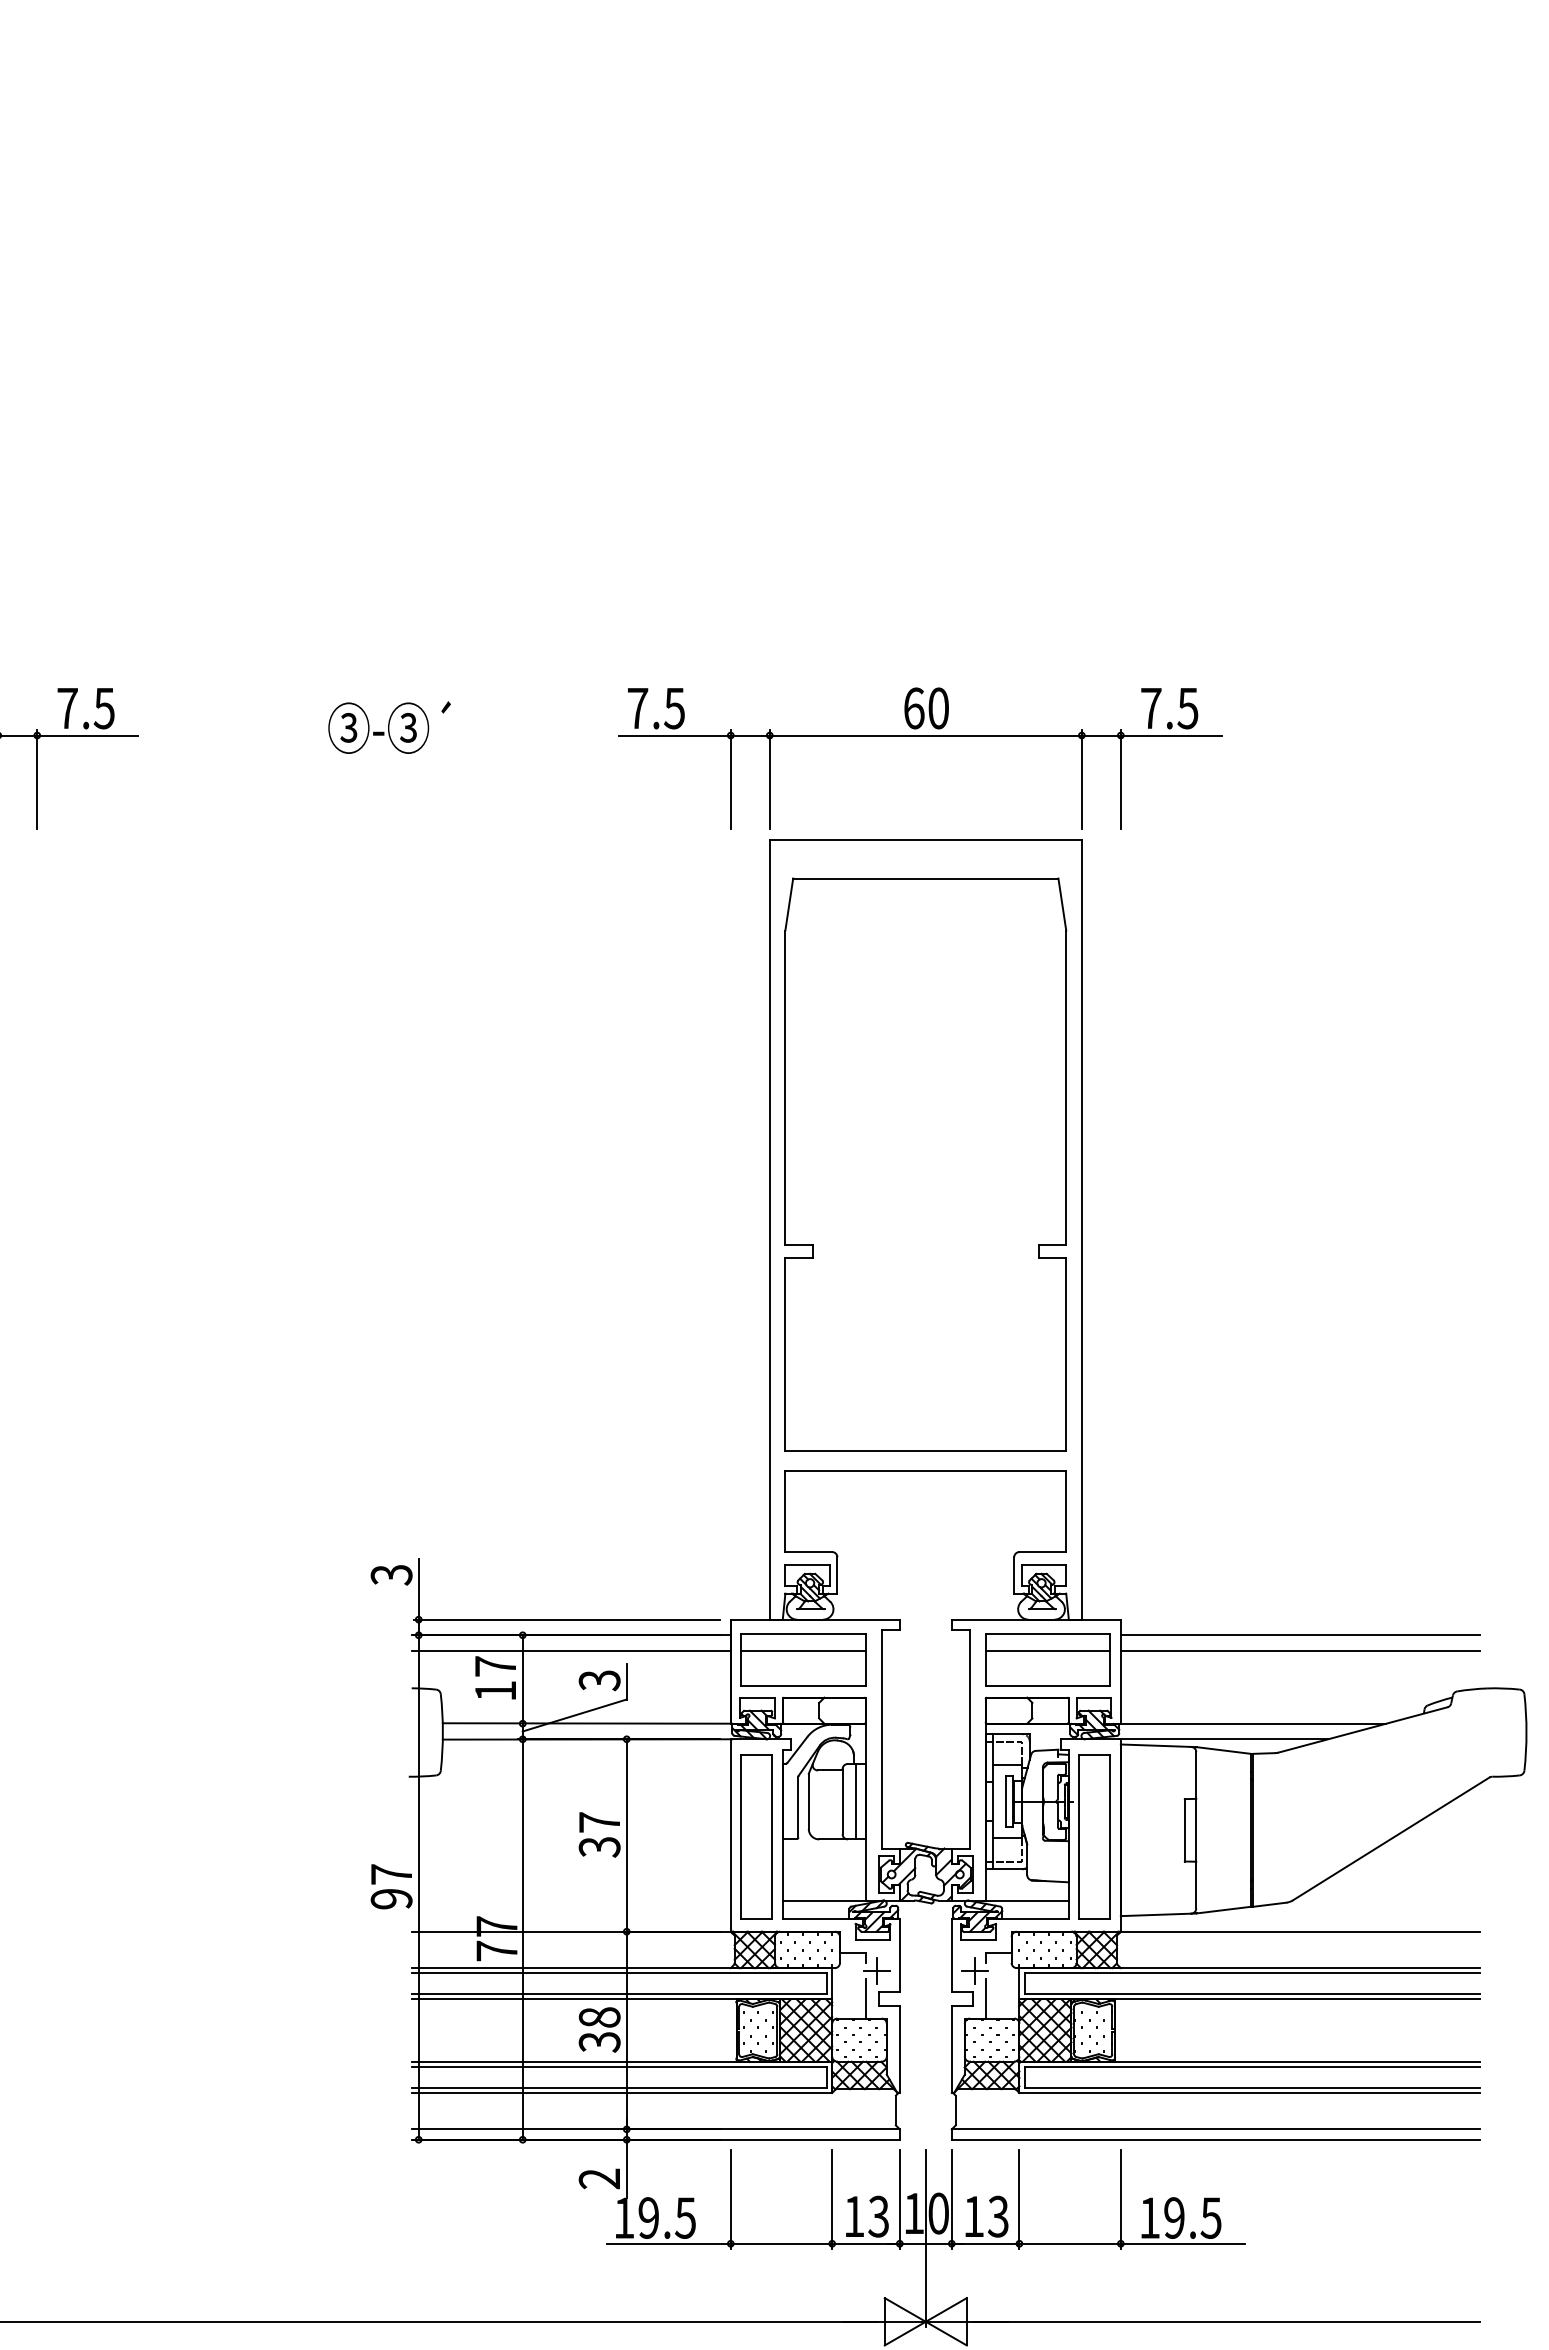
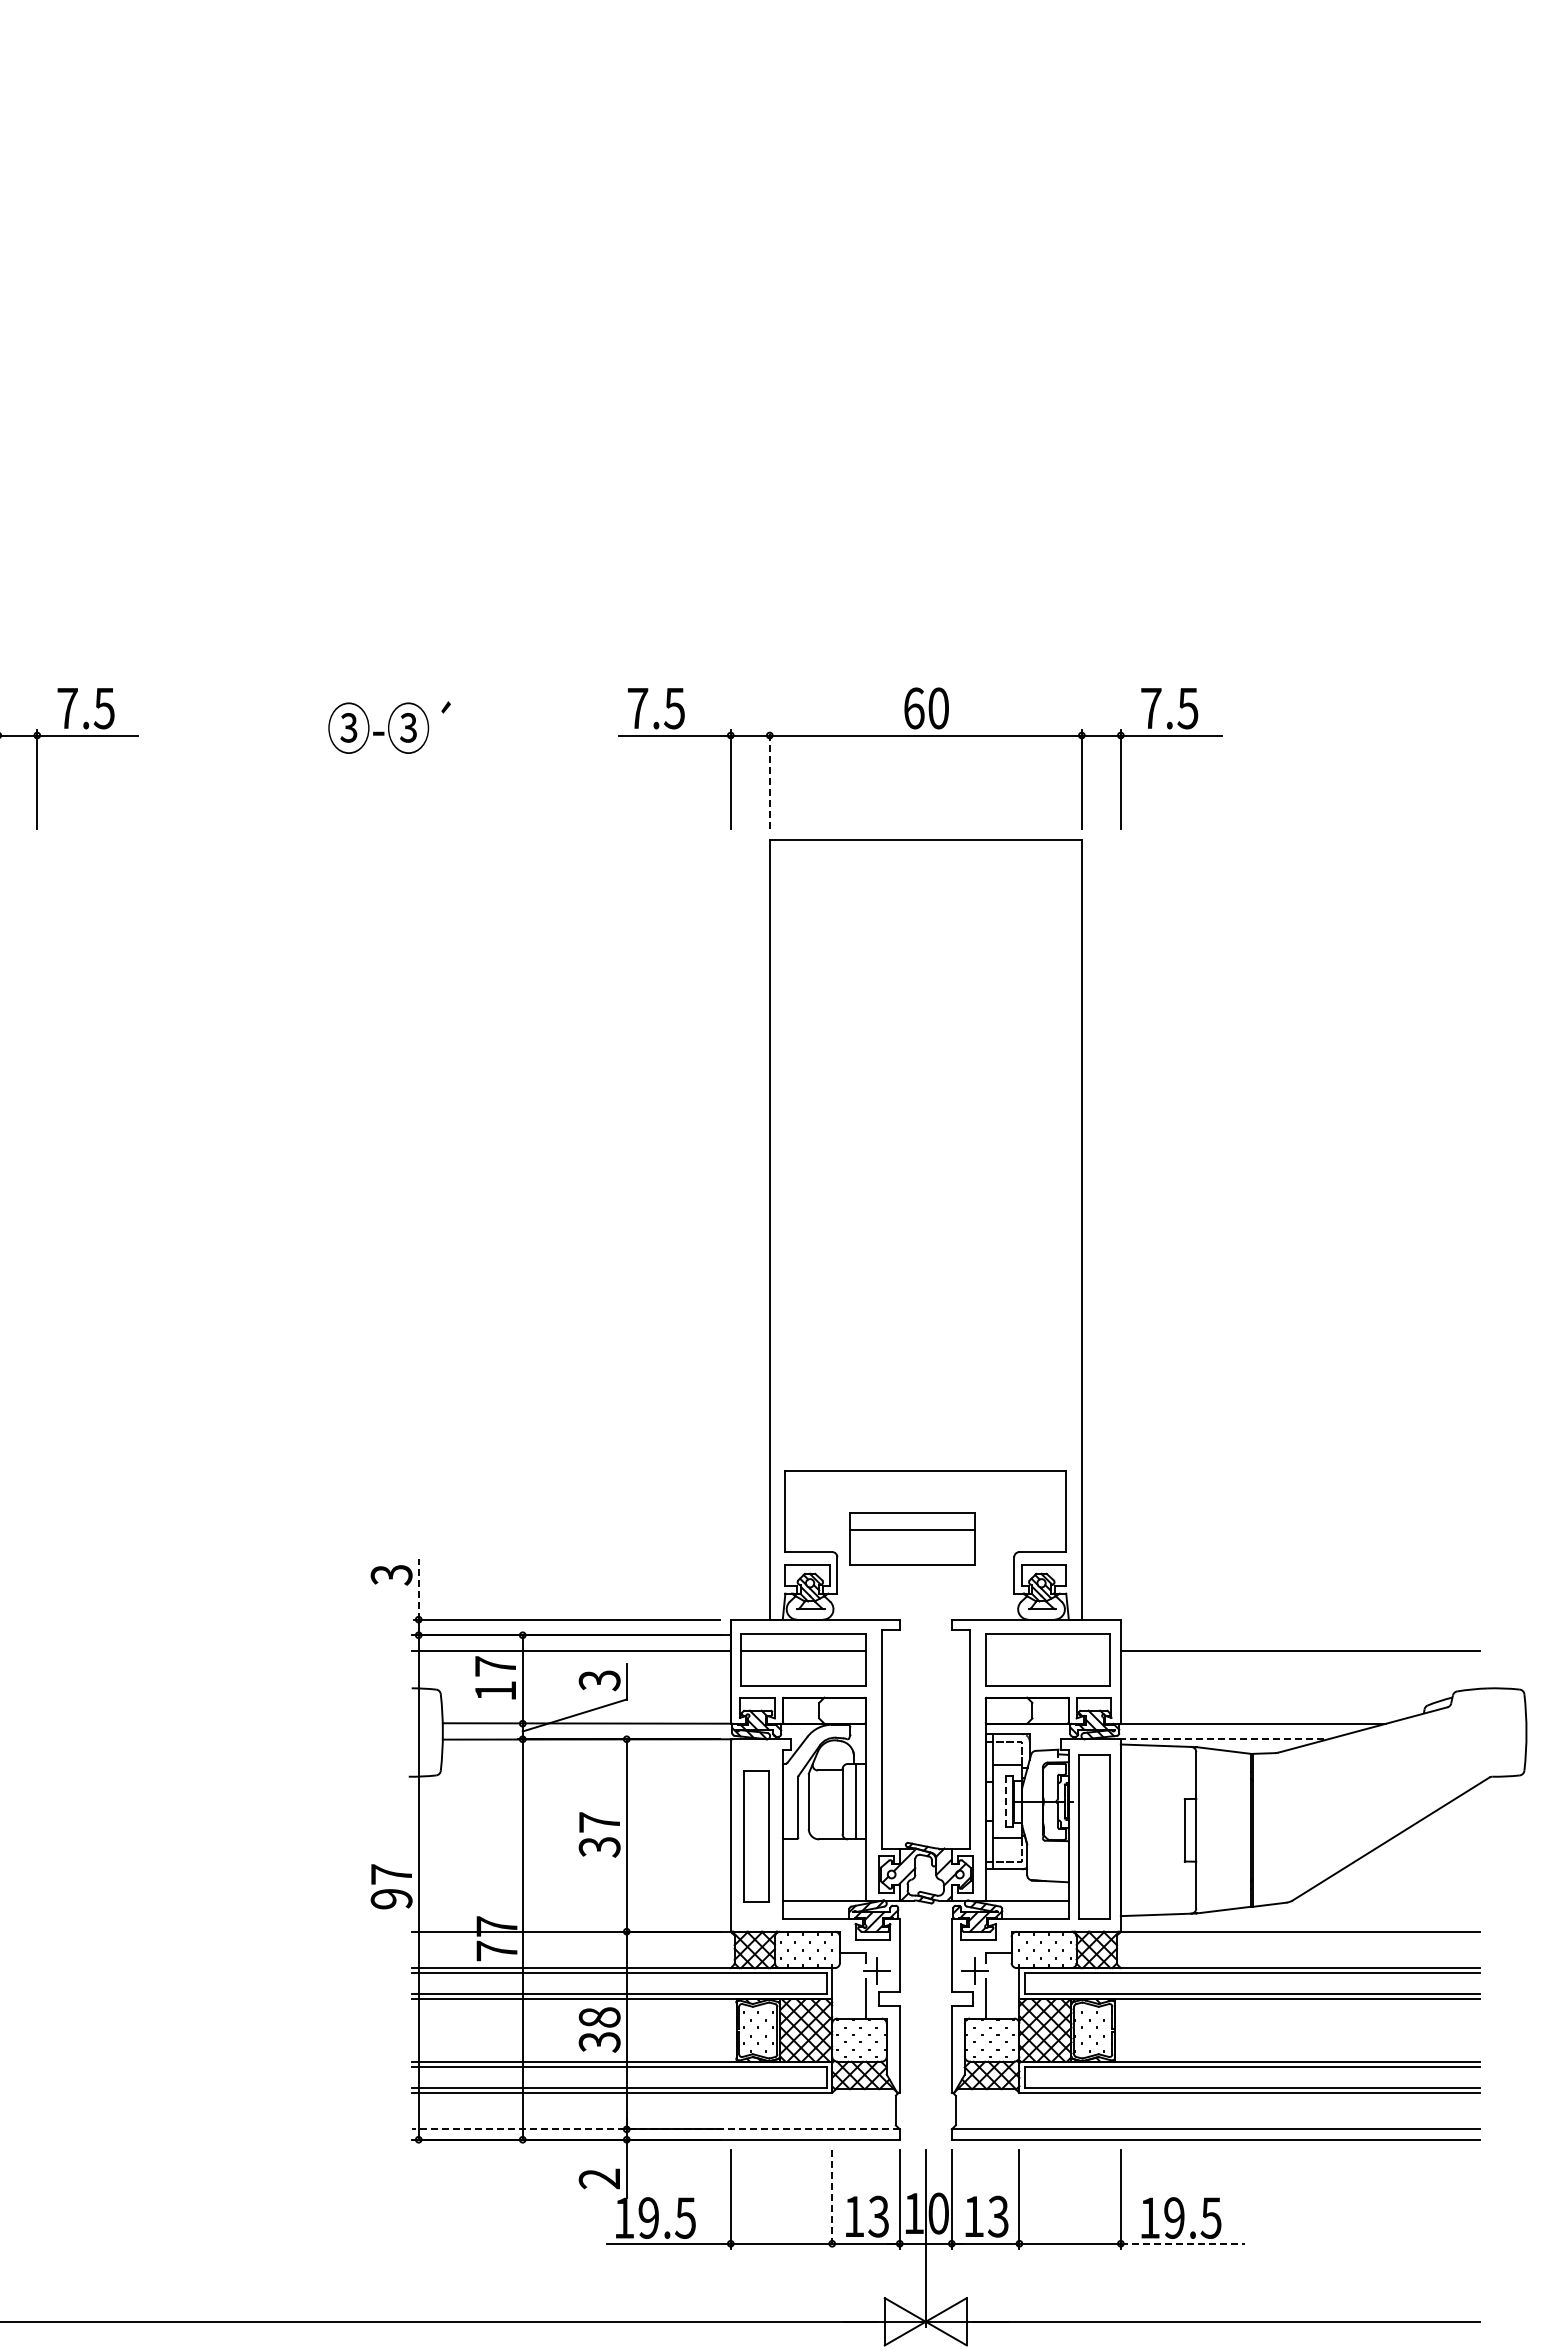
line at (769, 779): solid -> dashed
part at (925, 1164): present -> none
part at (912, 1538): none -> present
line at (418, 1588): solid -> dashed
line at (1299, 1635): present -> none
line at (1047, 1650): present -> none
line at (1224, 1739): solid -> dashed
line at (1006, 1801): solid -> dashed
part at (756, 1836) size: 33x166 px -> 27x133 px
line at (655, 2129): solid -> dashed
line at (832, 2200): solid -> dashed
line at (1182, 2243): solid -> dashed
